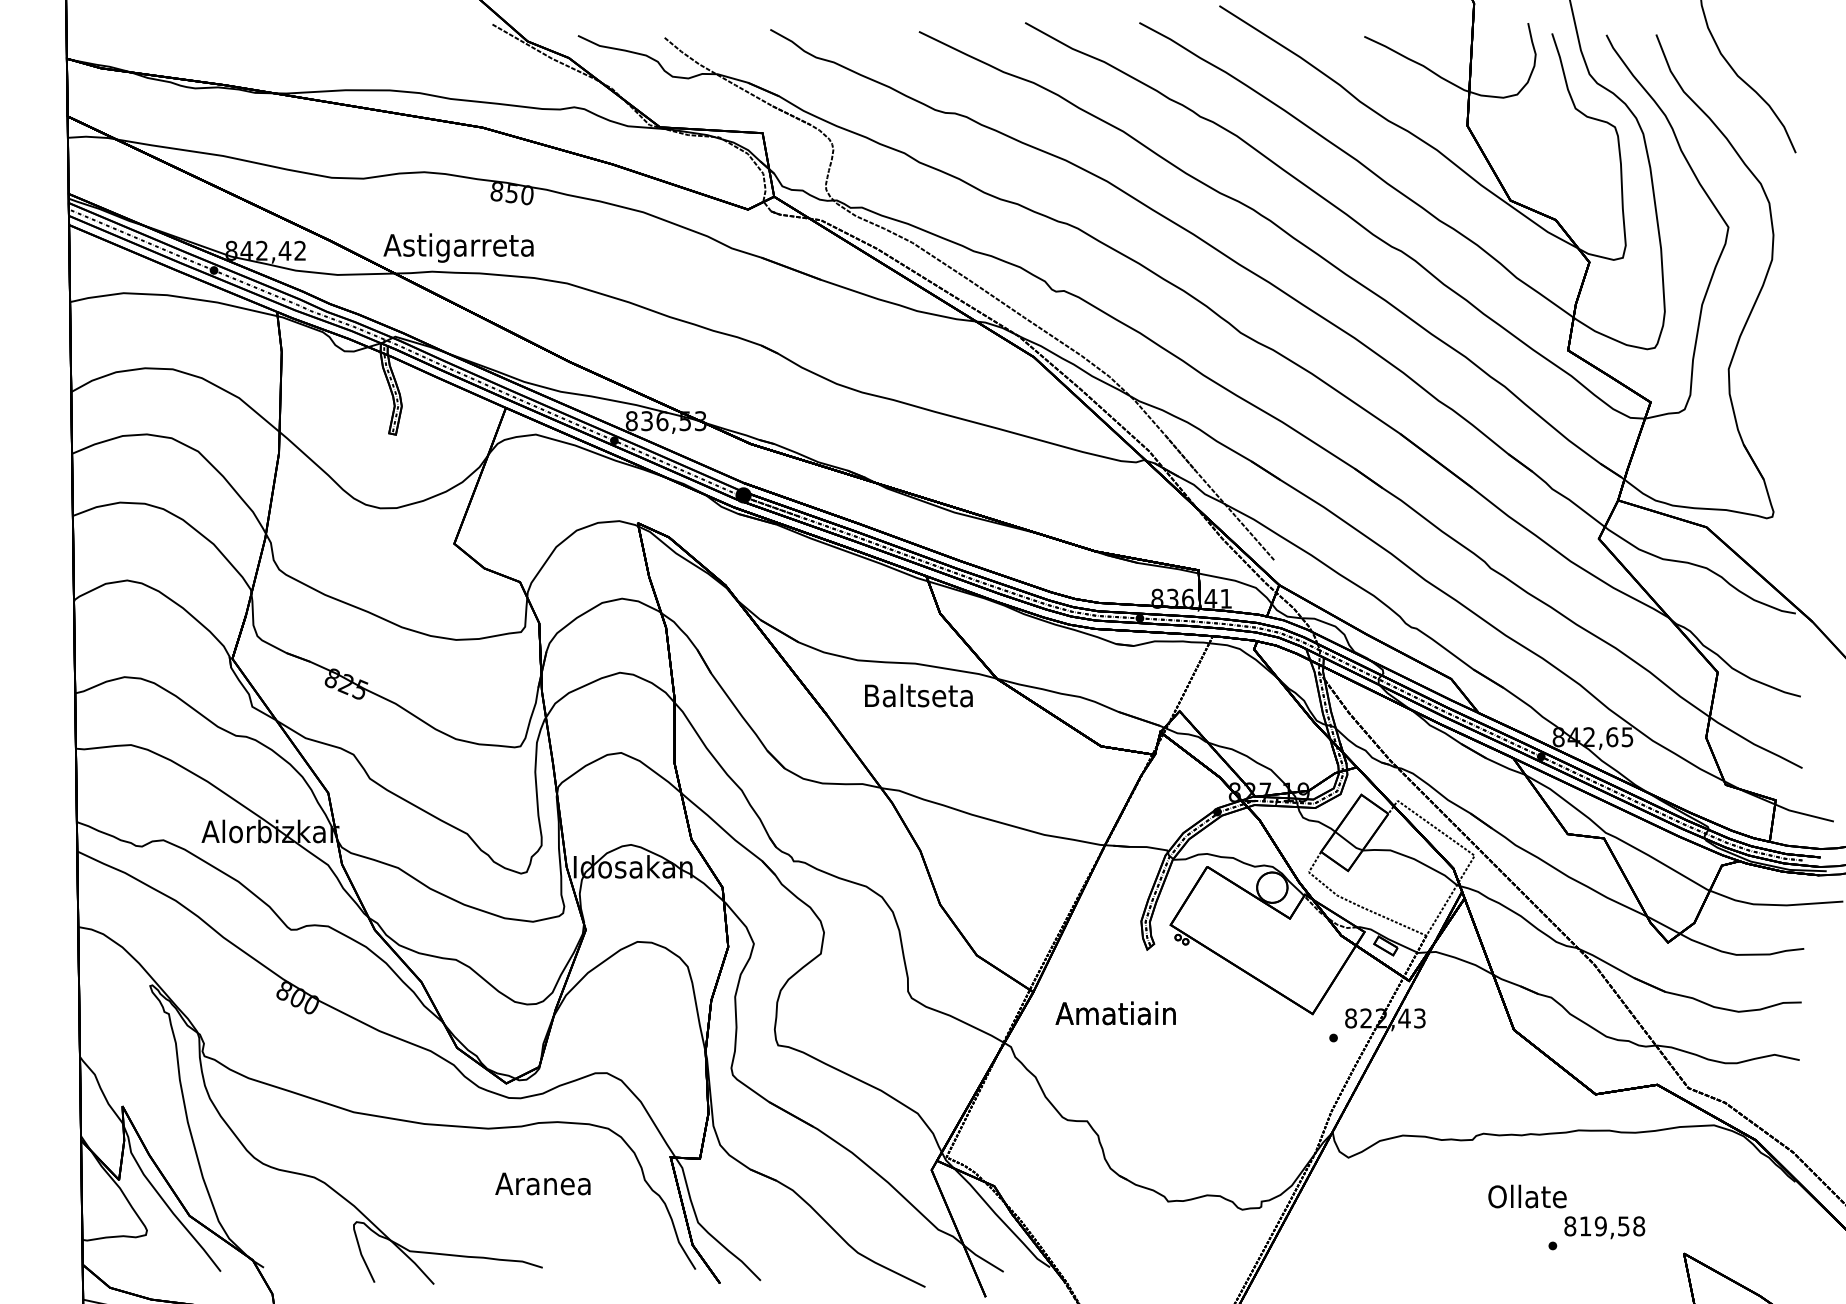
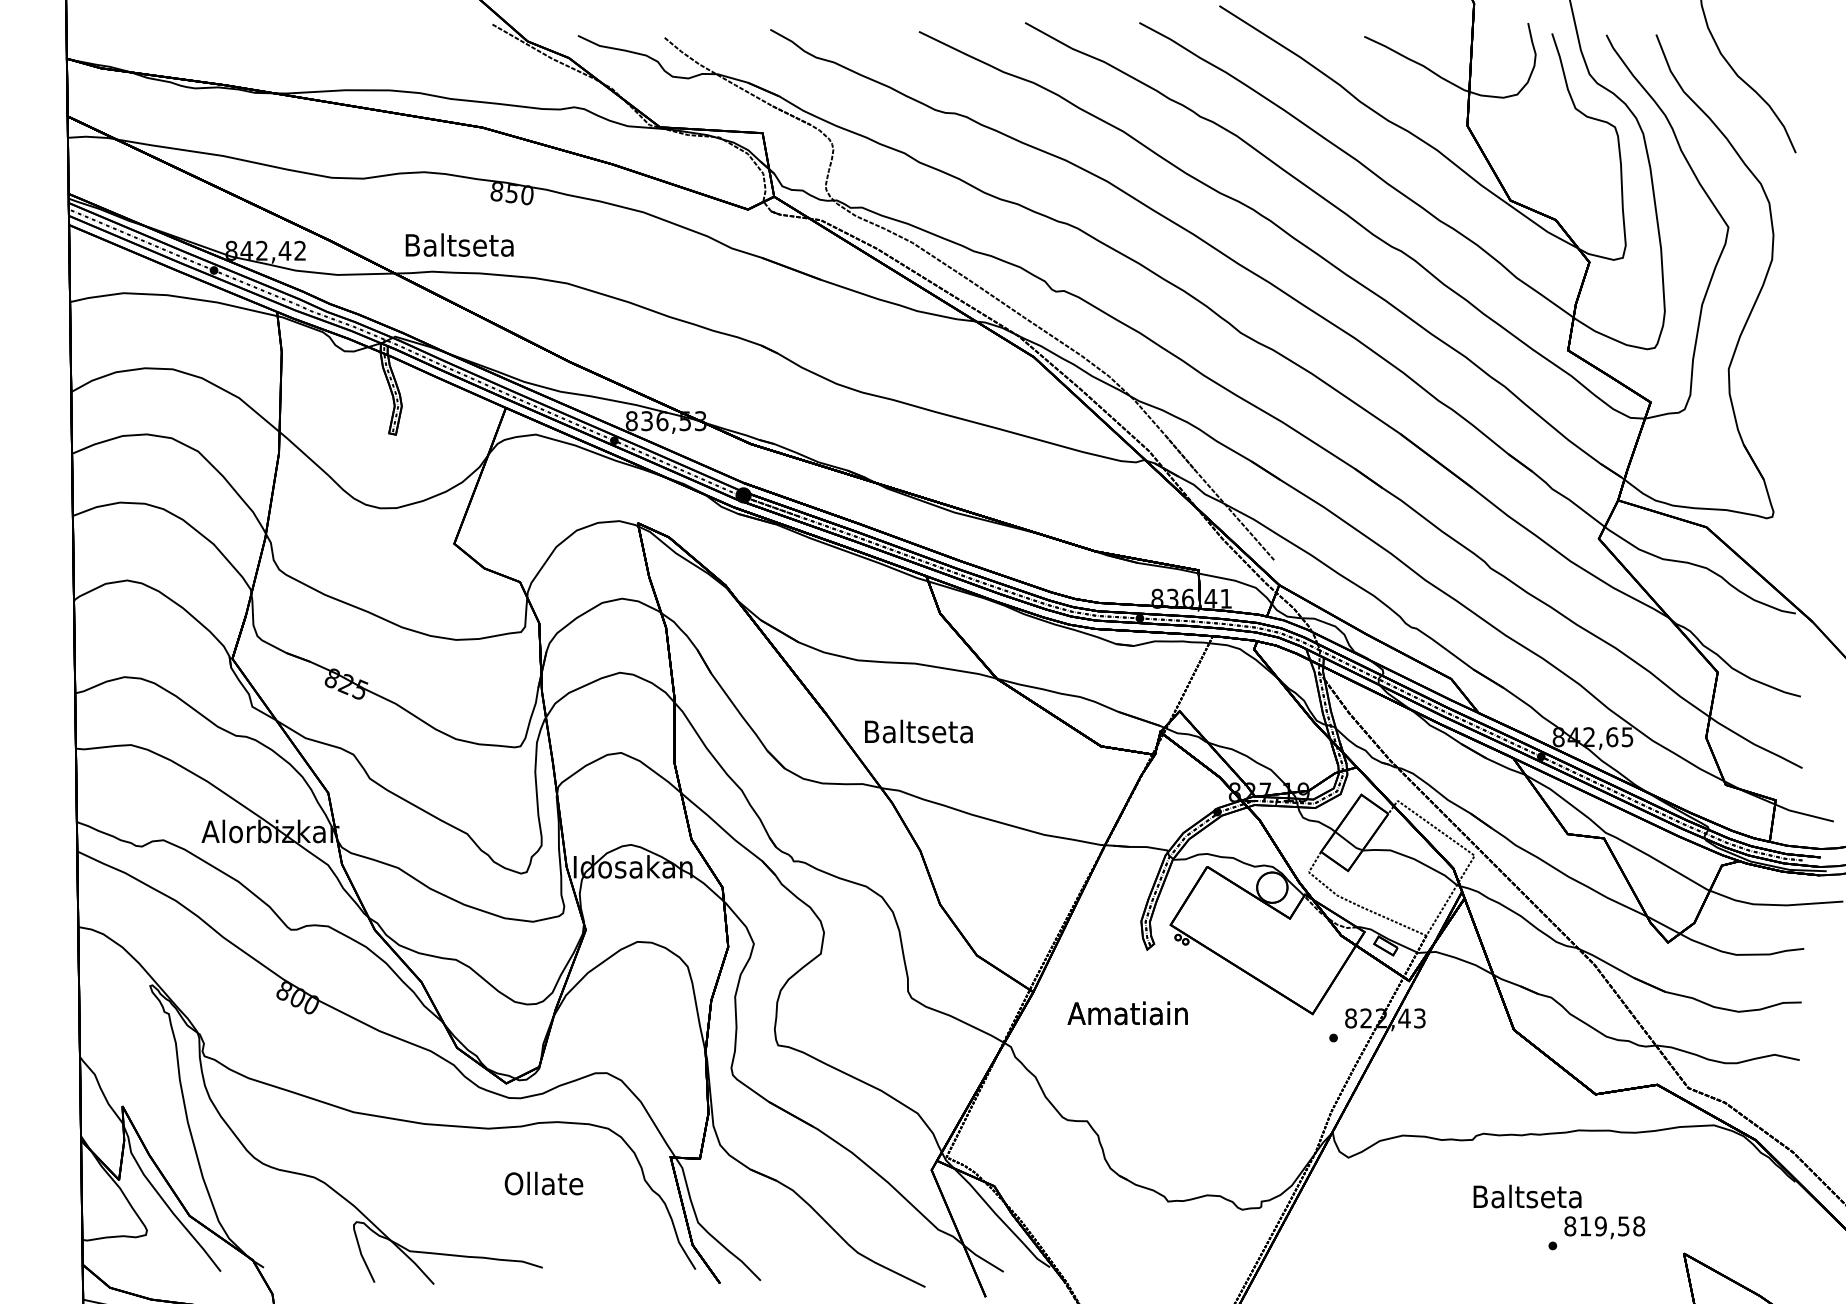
text at (458, 247): Astigarreta -> Baltseta
text at (918, 695) position: (918, 695) -> (918, 731)
text at (1115, 1013) position: (1115, 1013) -> (1127, 1013)
text at (542, 1183): Aranea -> Ollate
text at (1527, 1196): Ollate -> Baltseta
